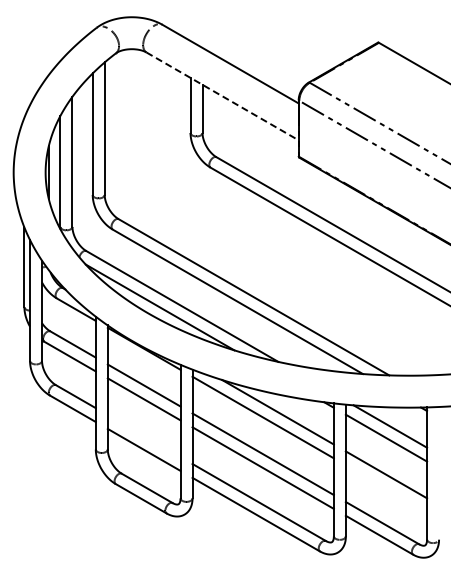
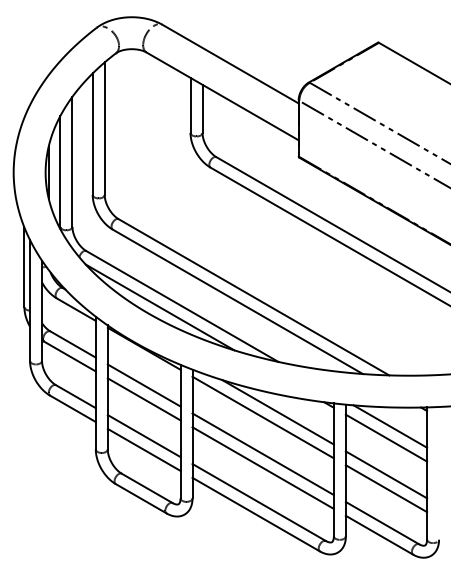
line at (222, 96): dashed -> solid
line at (143, 436): none -> present
line at (386, 488): none -> present
